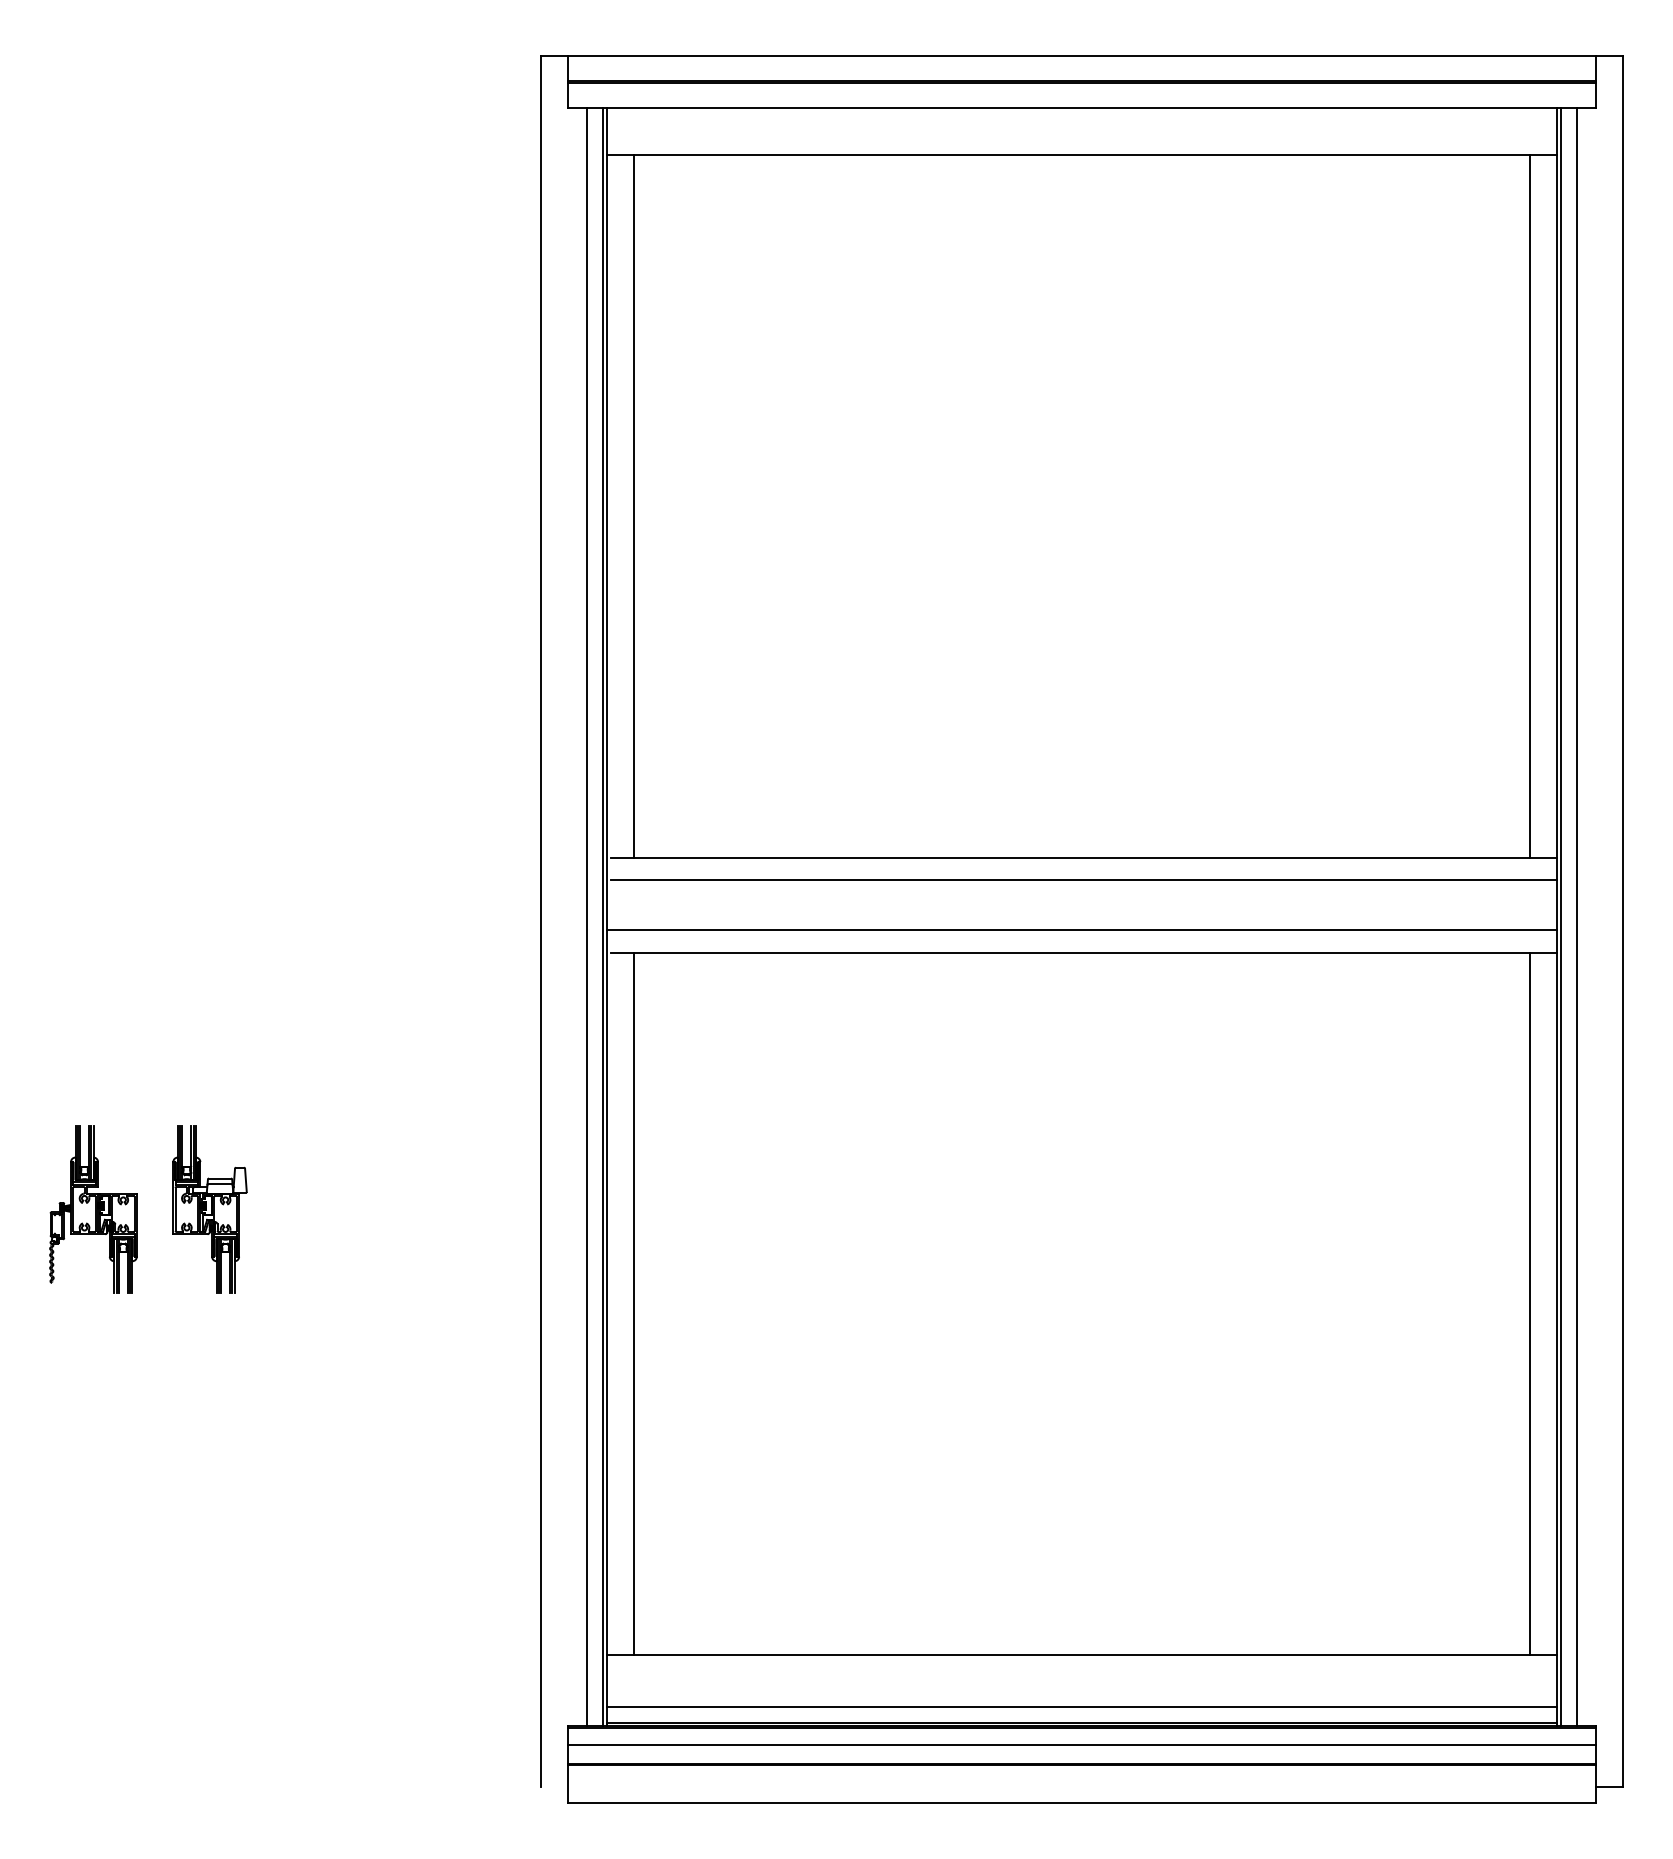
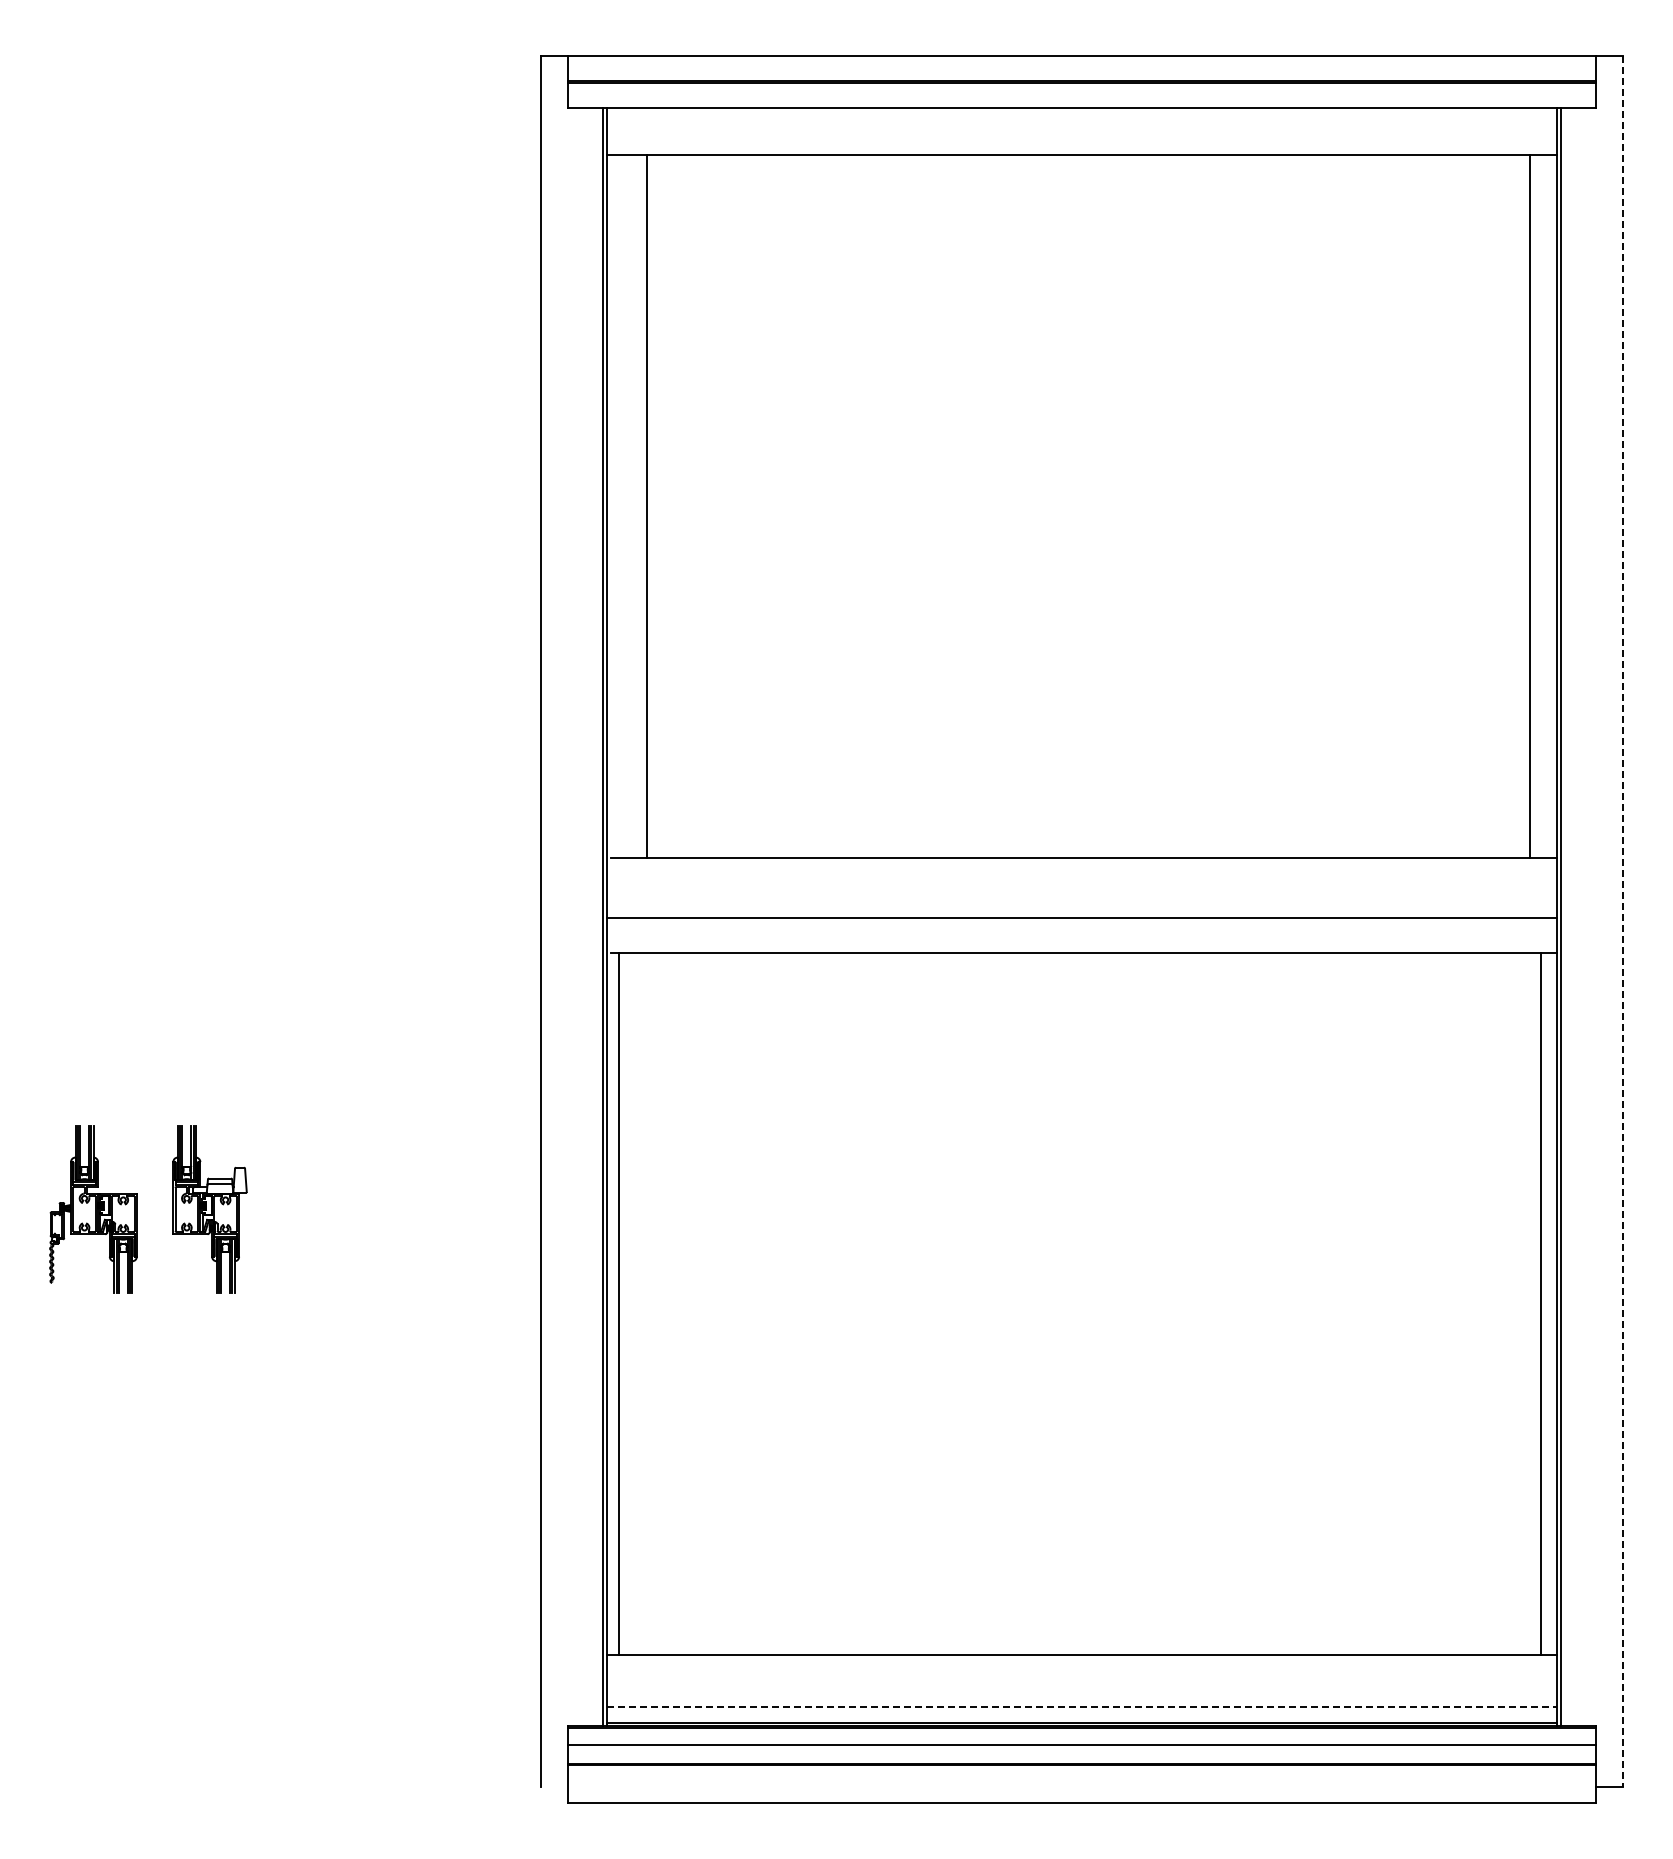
line at (633, 505) position: (633, 505) -> (646, 505)
line at (1083, 880): present -> none
line at (587, 916): present -> none
line at (1576, 916): present -> none
line at (1622, 921): solid -> dashed
line at (1081, 930) position: (1081, 930) -> (1081, 918)
line at (633, 1303) position: (633, 1303) -> (618, 1303)
line at (1530, 1303) position: (1530, 1303) -> (1541, 1303)
line at (1082, 1706): solid -> dashed
